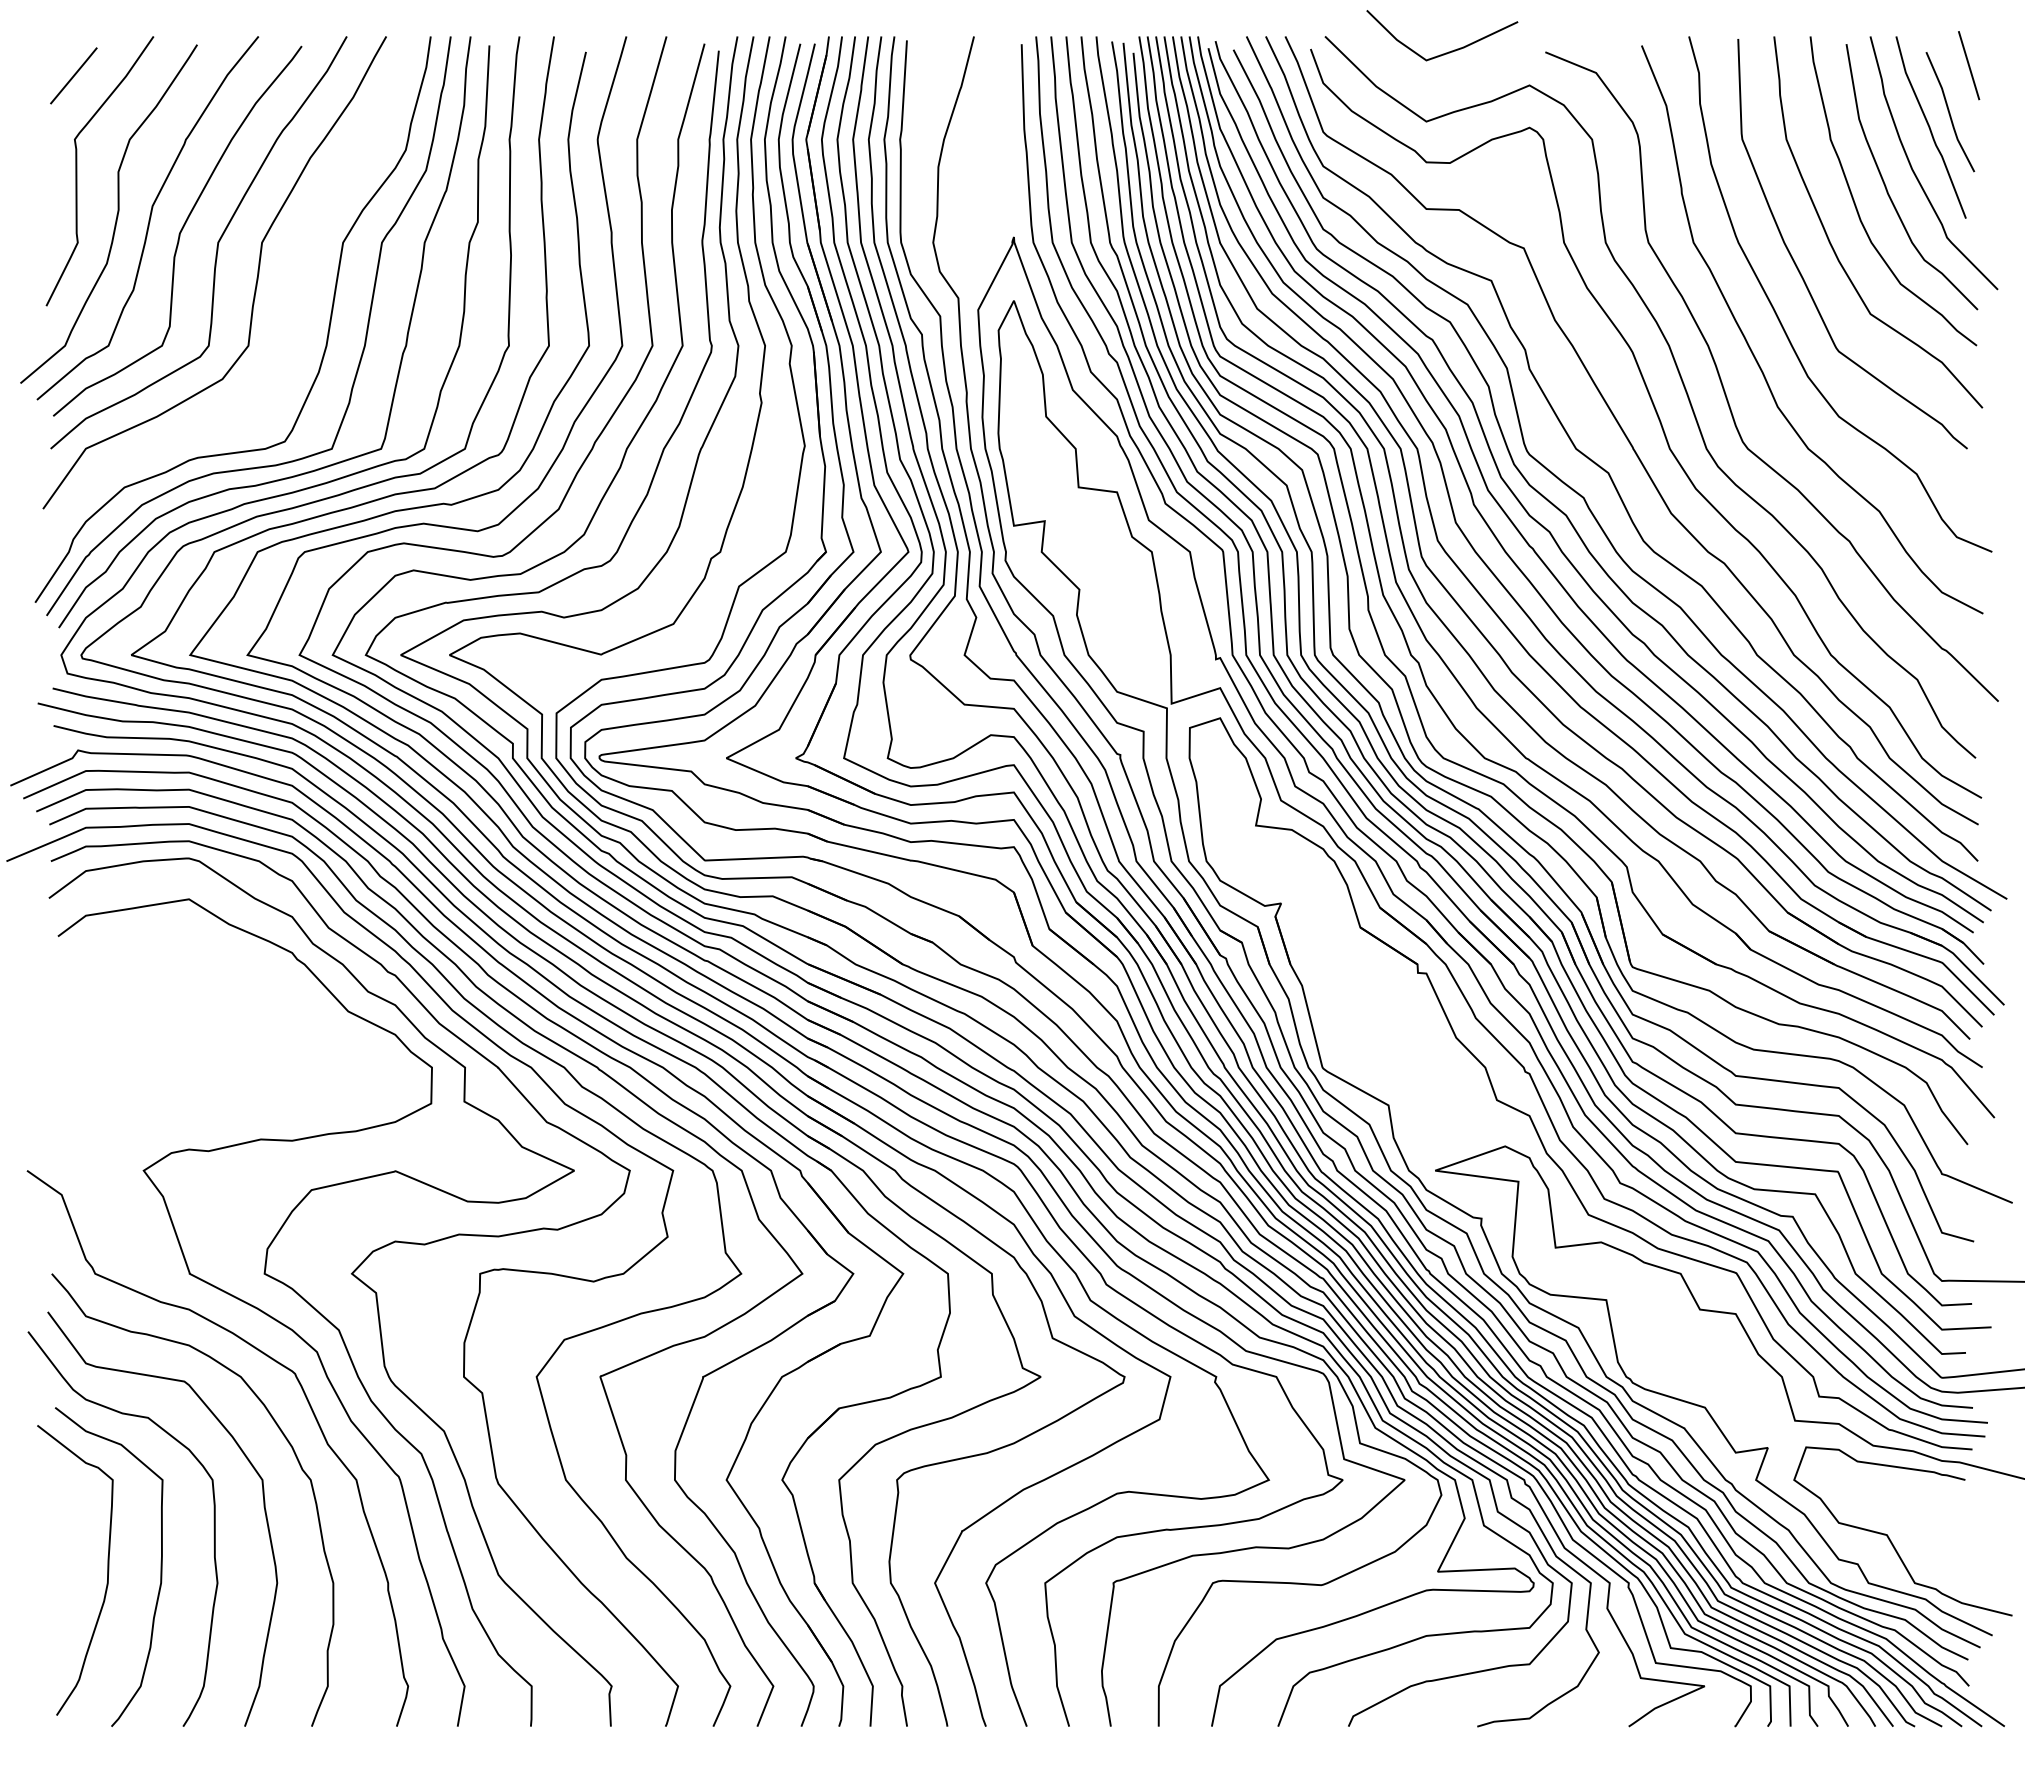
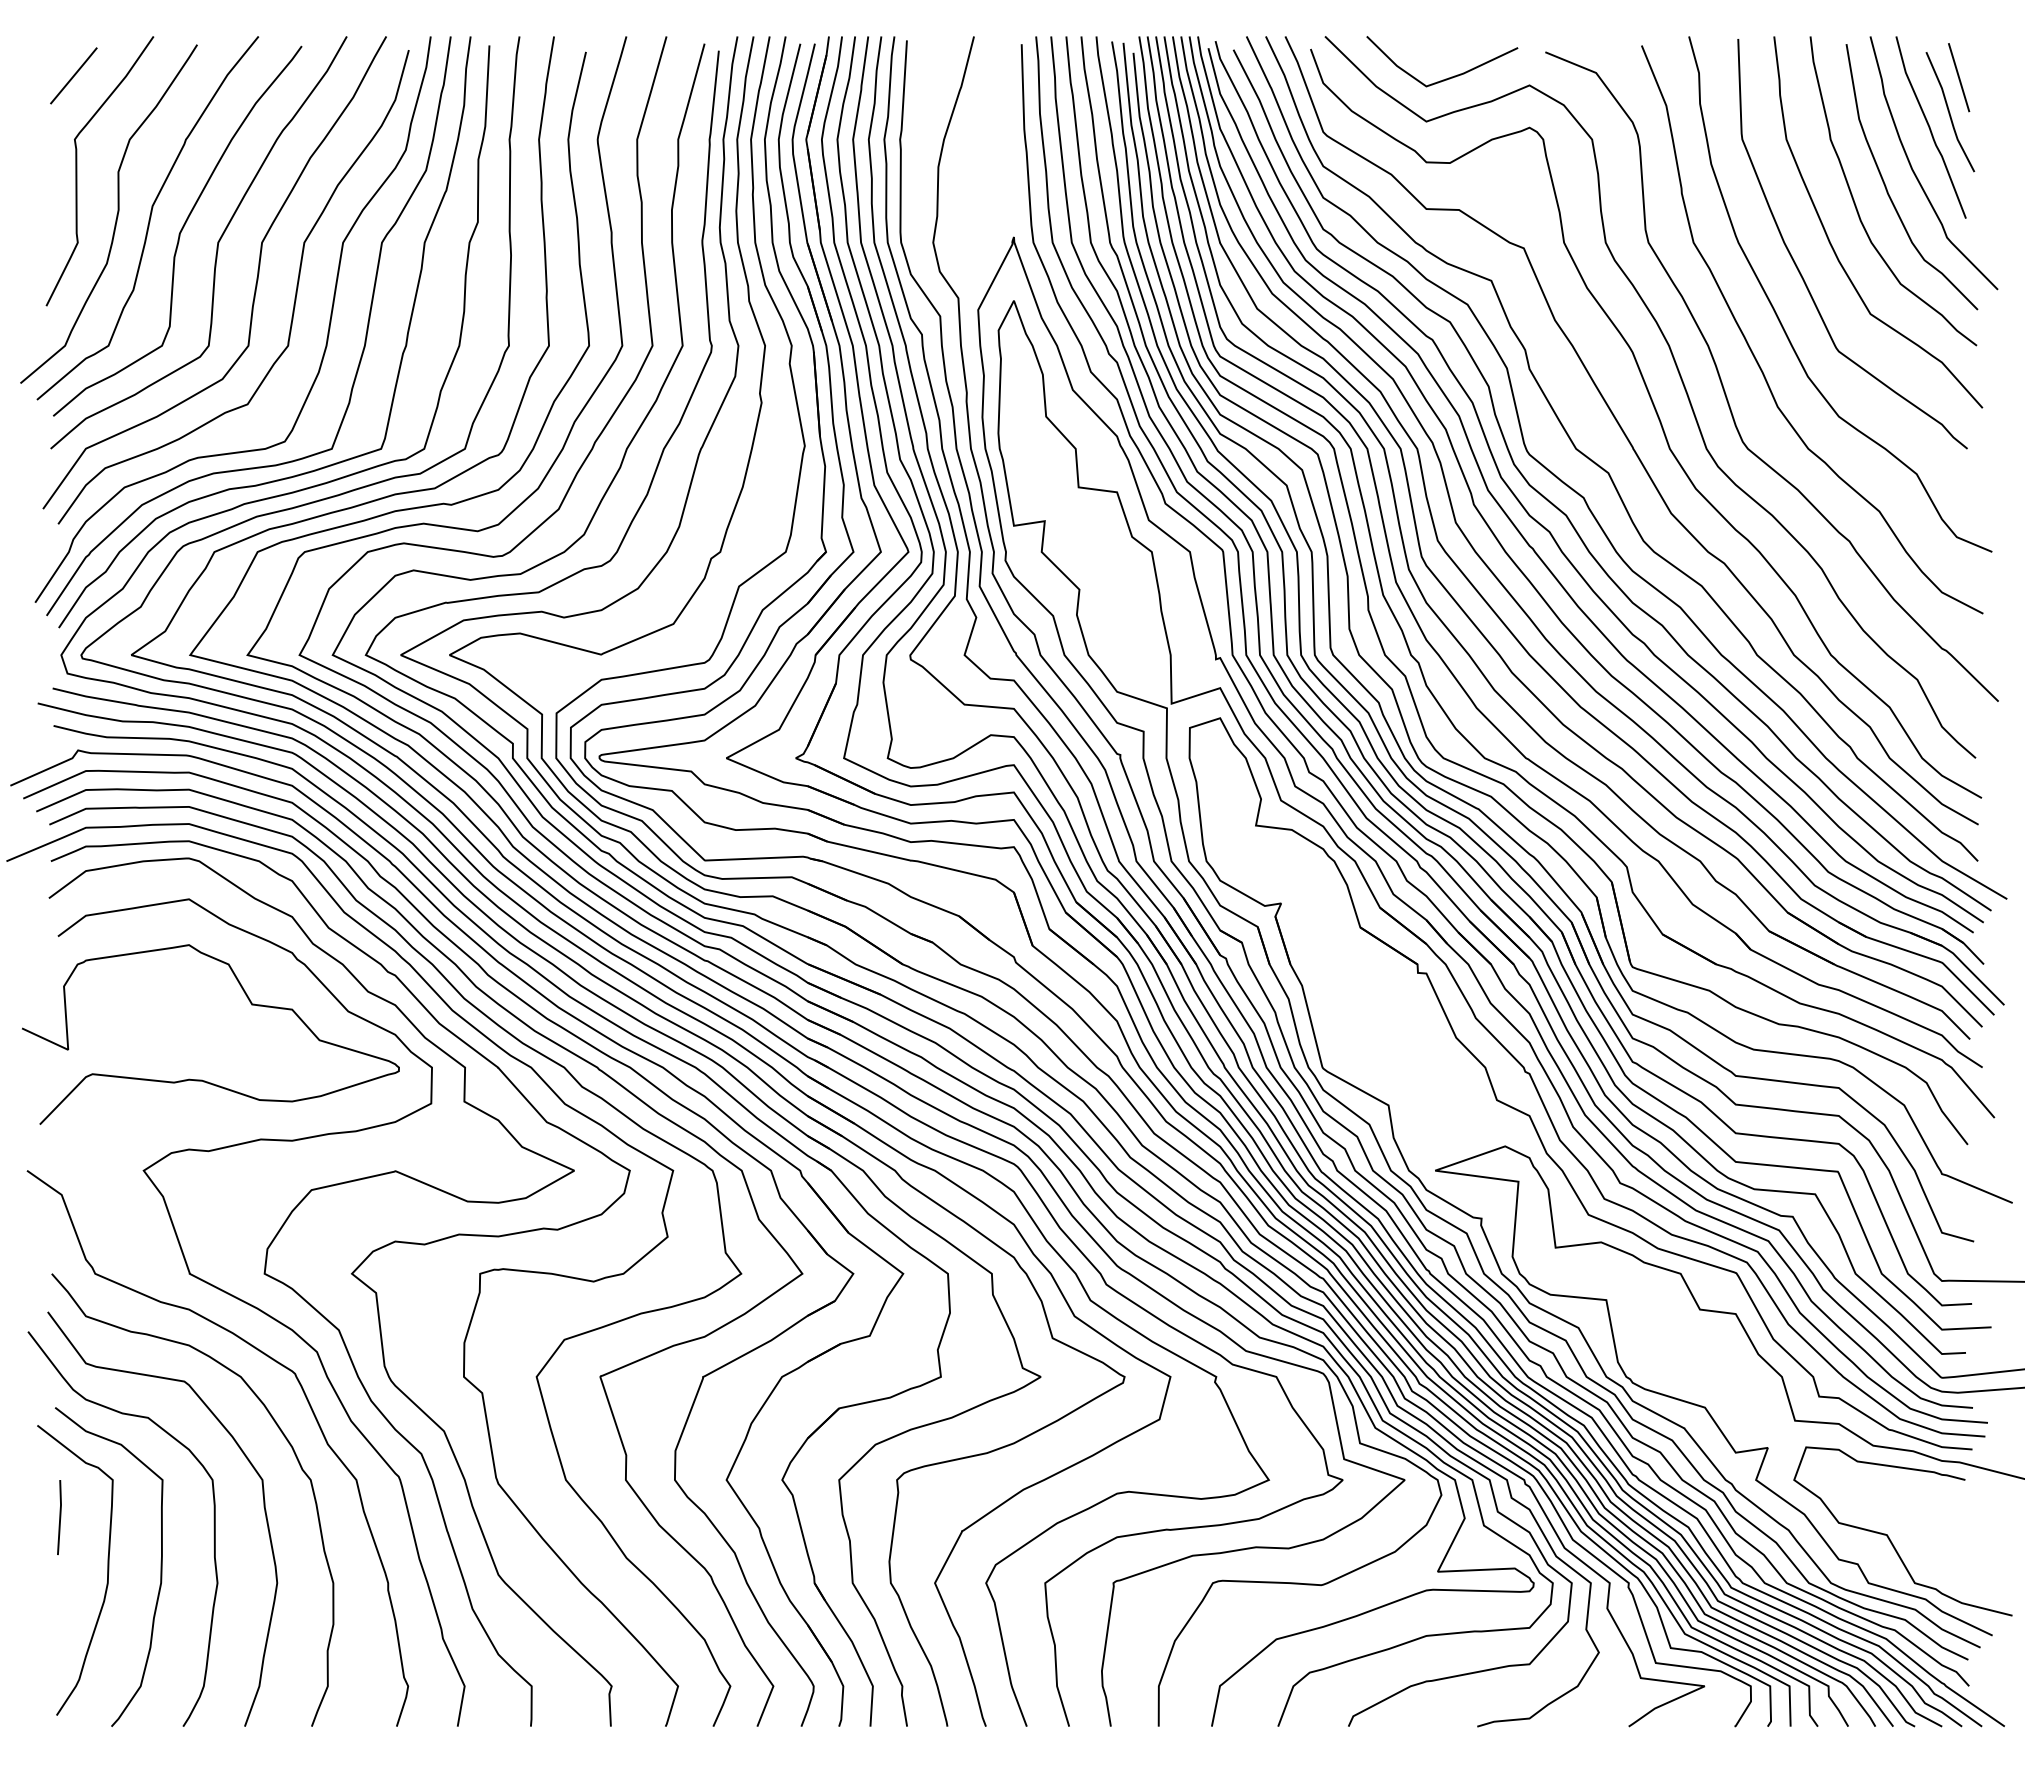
line at (1448, 51) position: (1448, 51) -> (1448, 77)
line at (1969, 65) position: (1969, 65) -> (1959, 77)
curve at (294, 297): none -> present
curve at (202, 1079): none -> present
line at (59, 1517): none -> present
